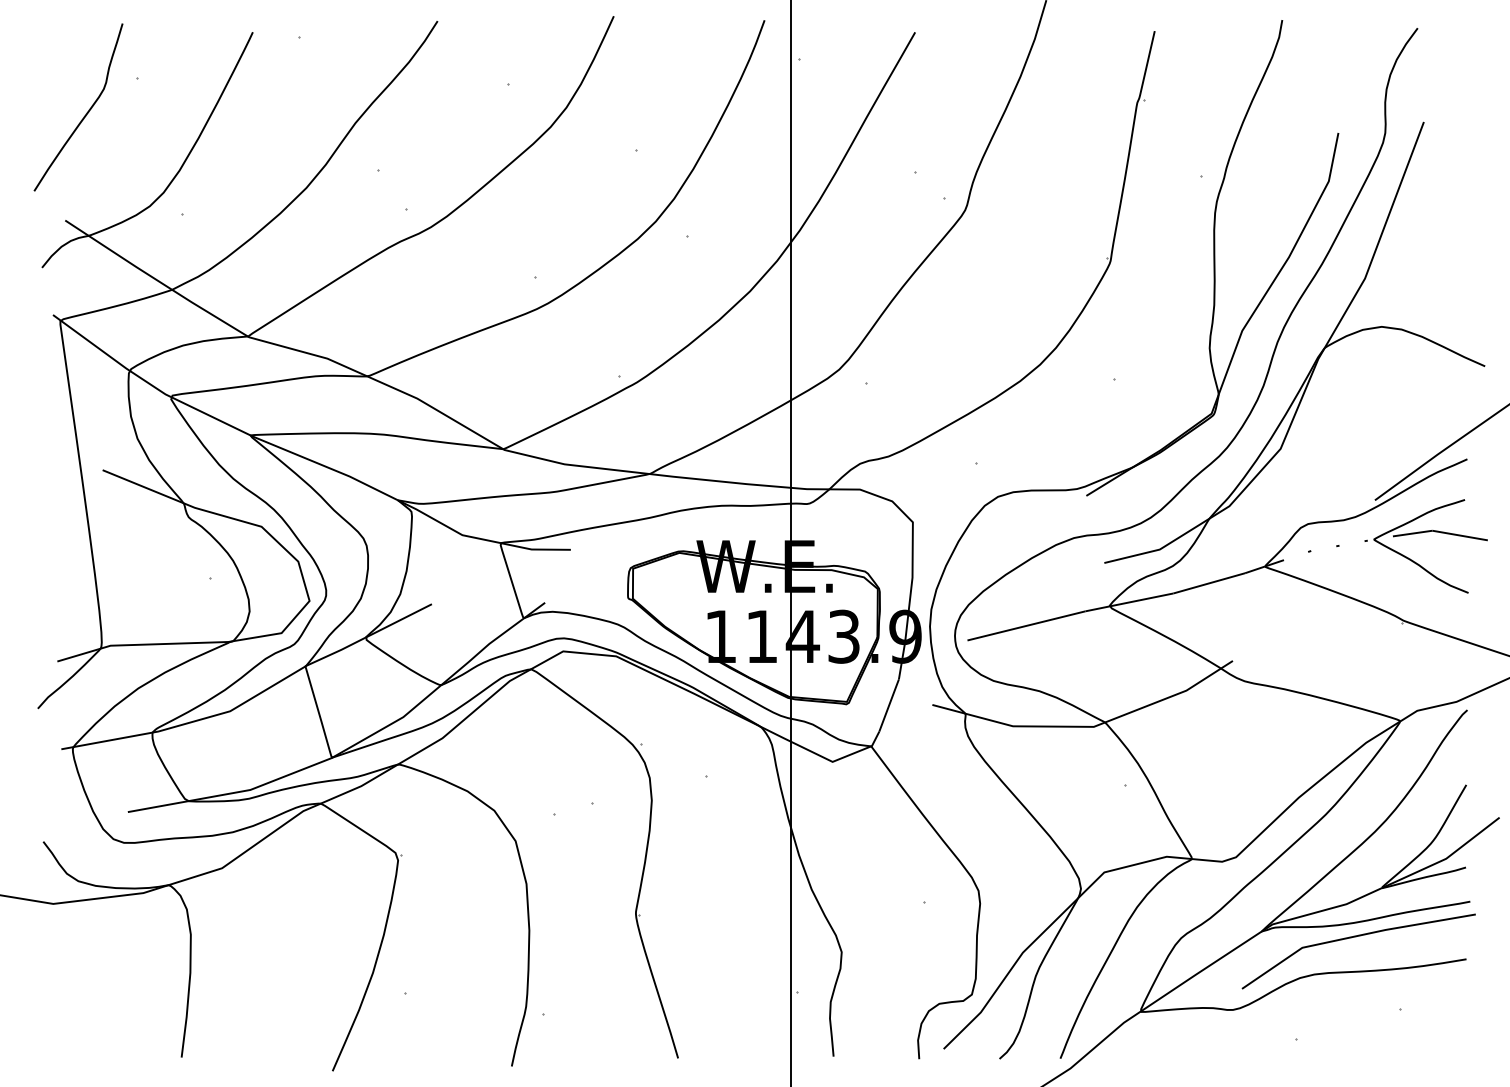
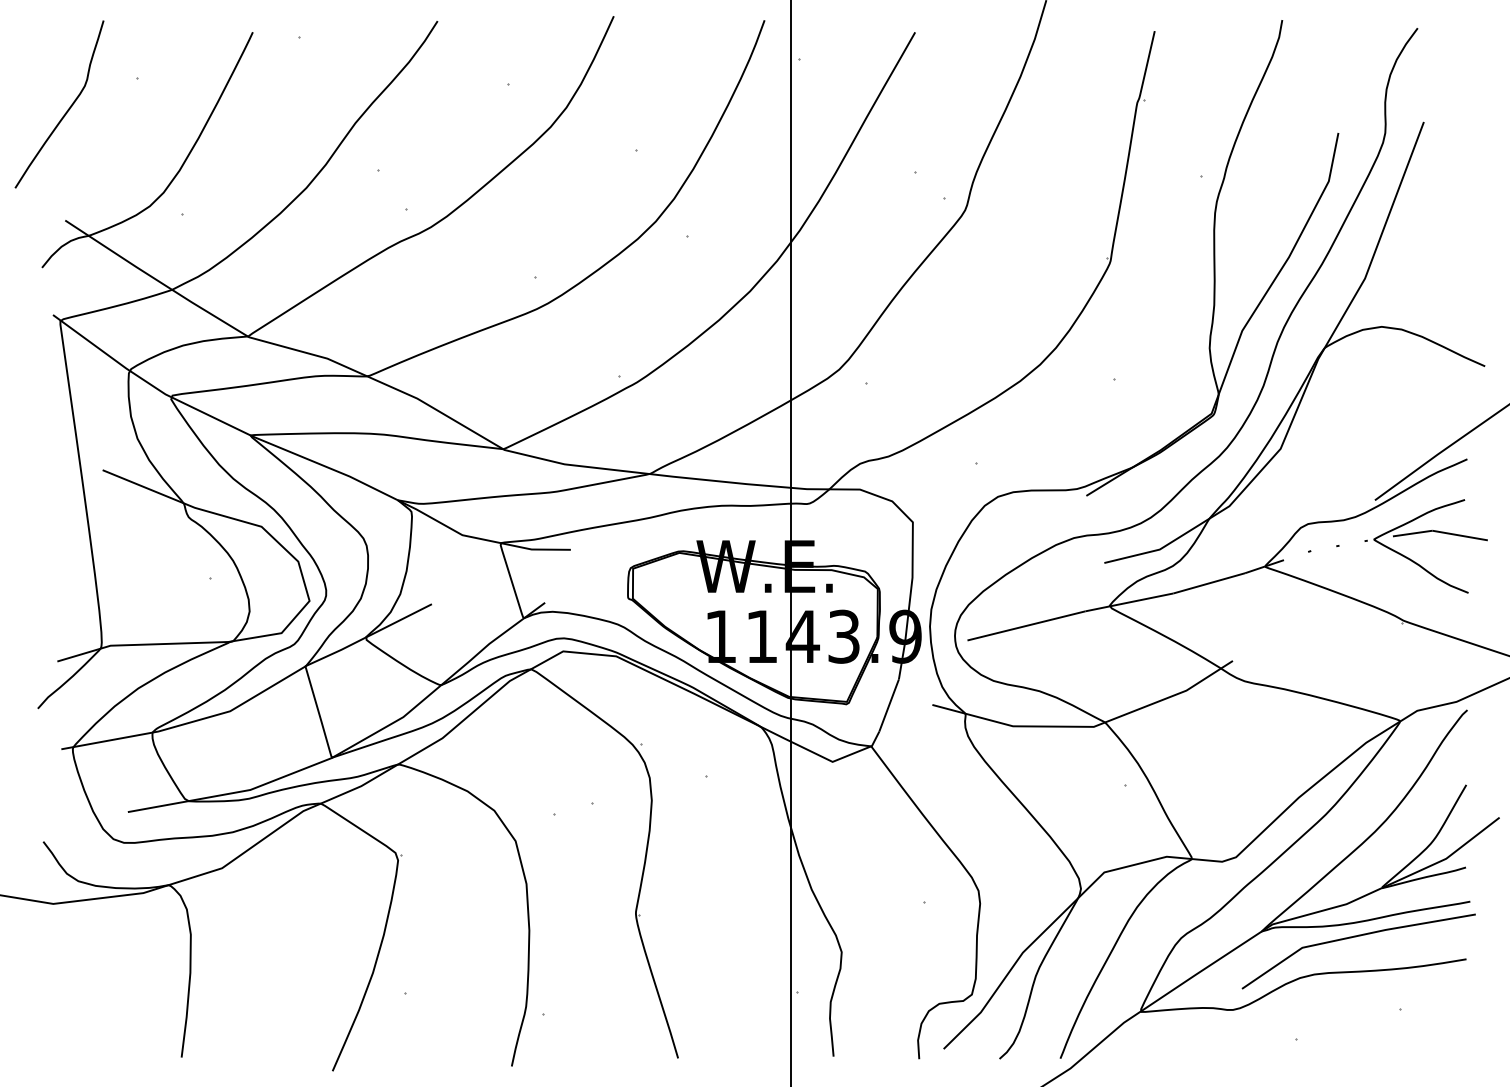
curve at (86, 112) position: (86, 112) -> (67, 109)
